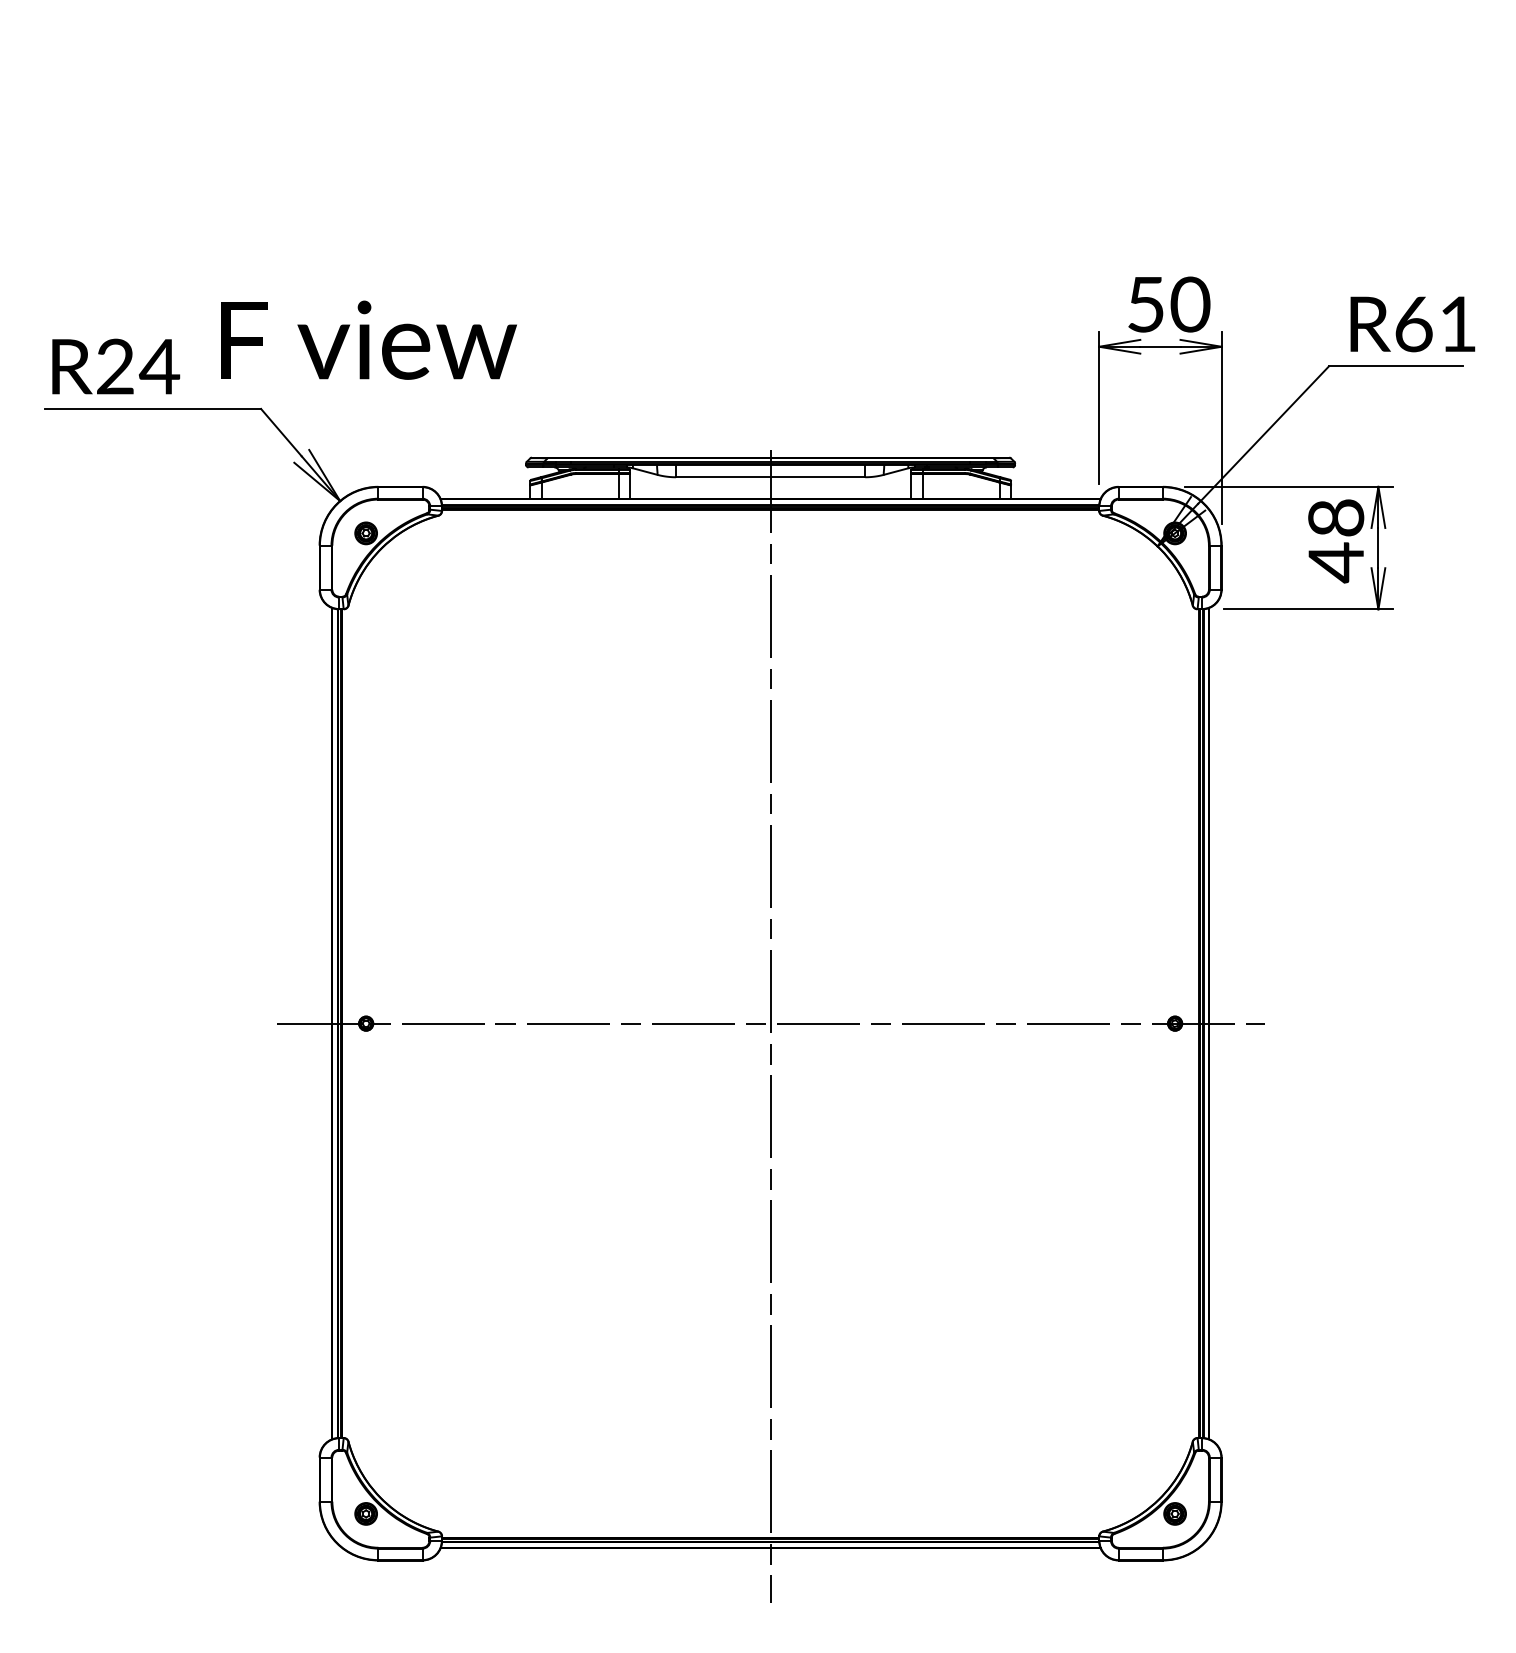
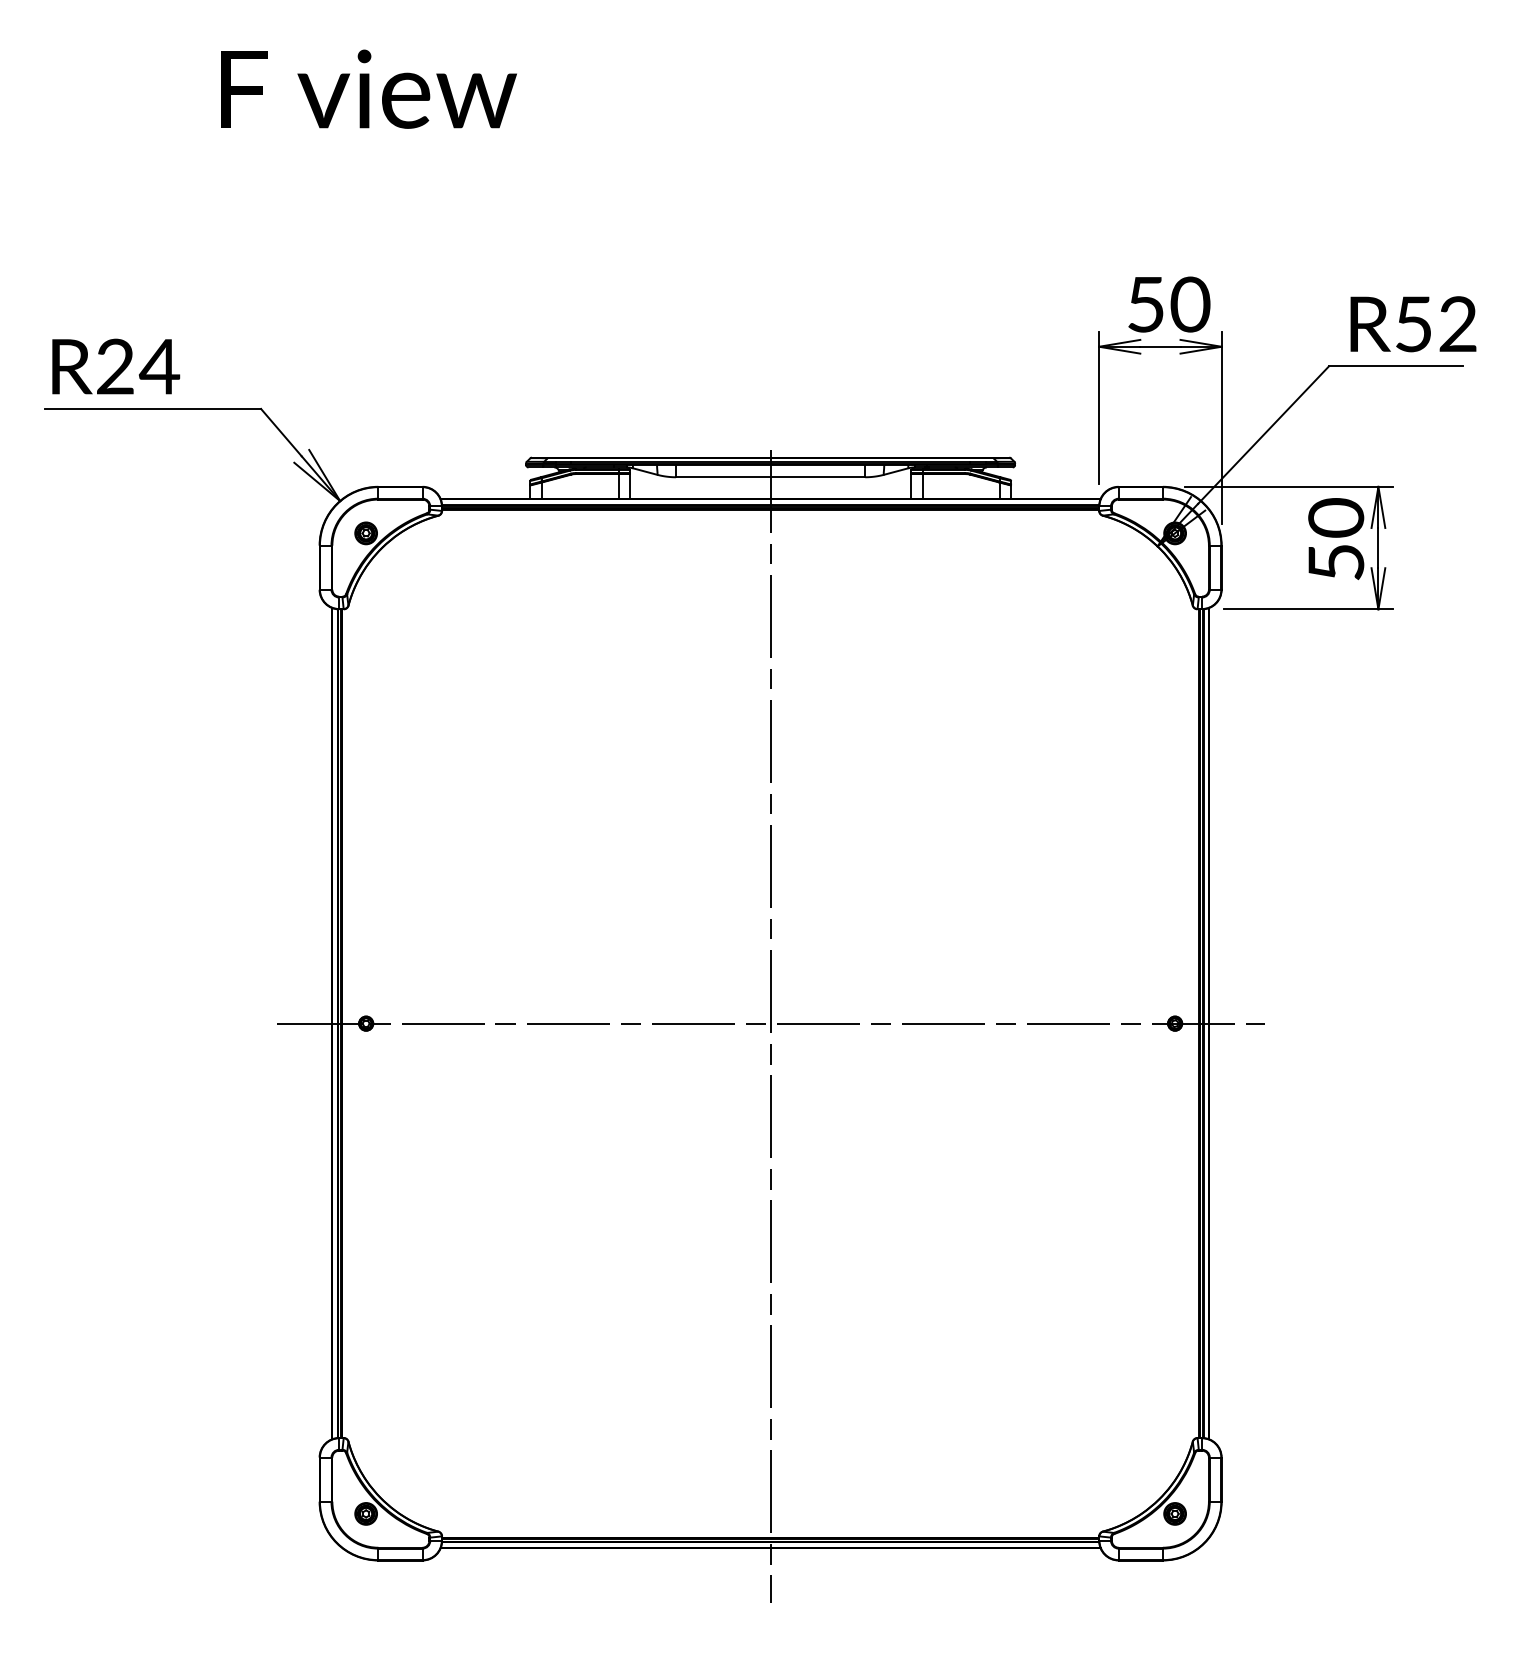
text at (1435, 324): R61 -> R52
text at (368, 339) position: (368, 339) -> (368, 88)
text at (1336, 540): 48 -> 50
